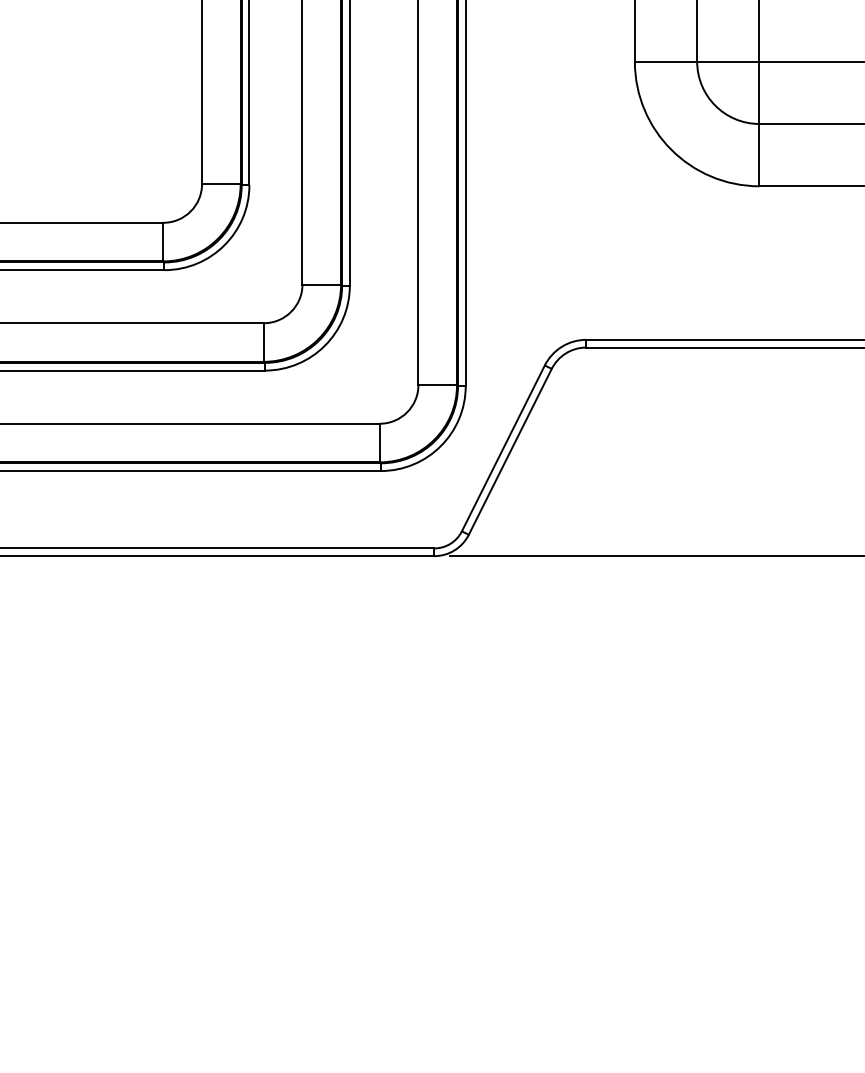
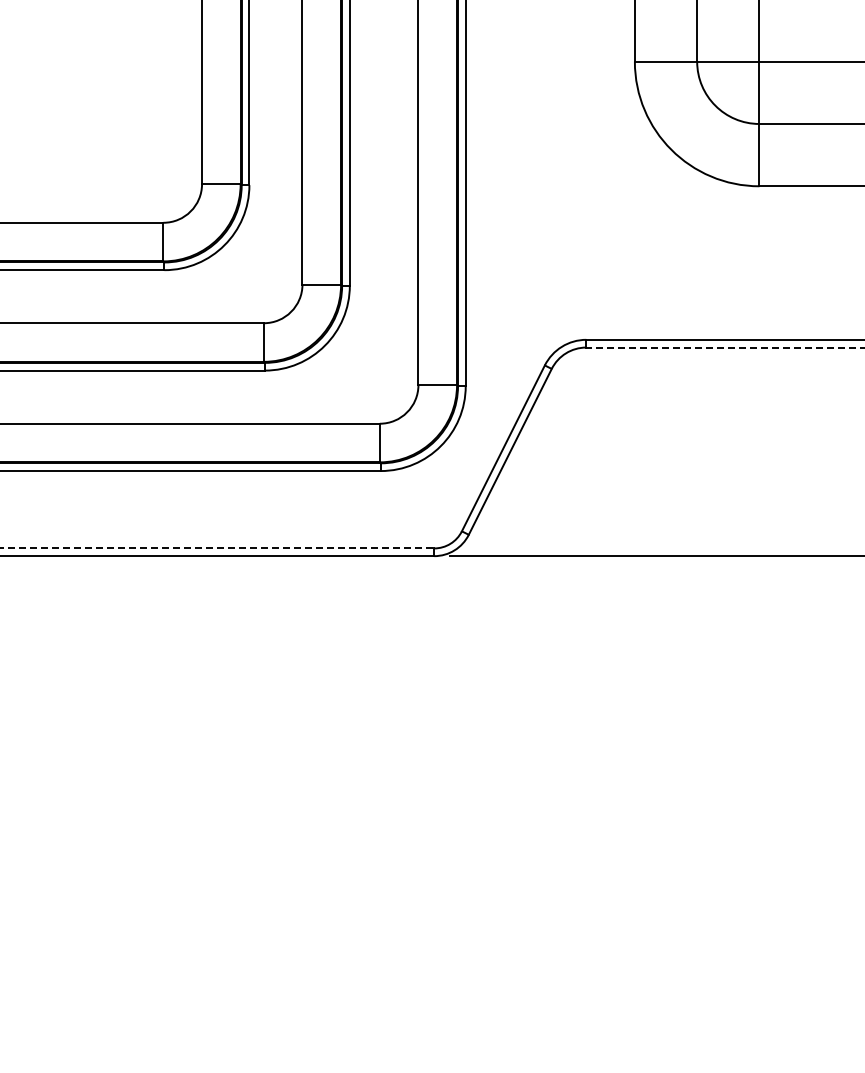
line at (725, 347): solid -> dashed
line at (217, 548): solid -> dashed
